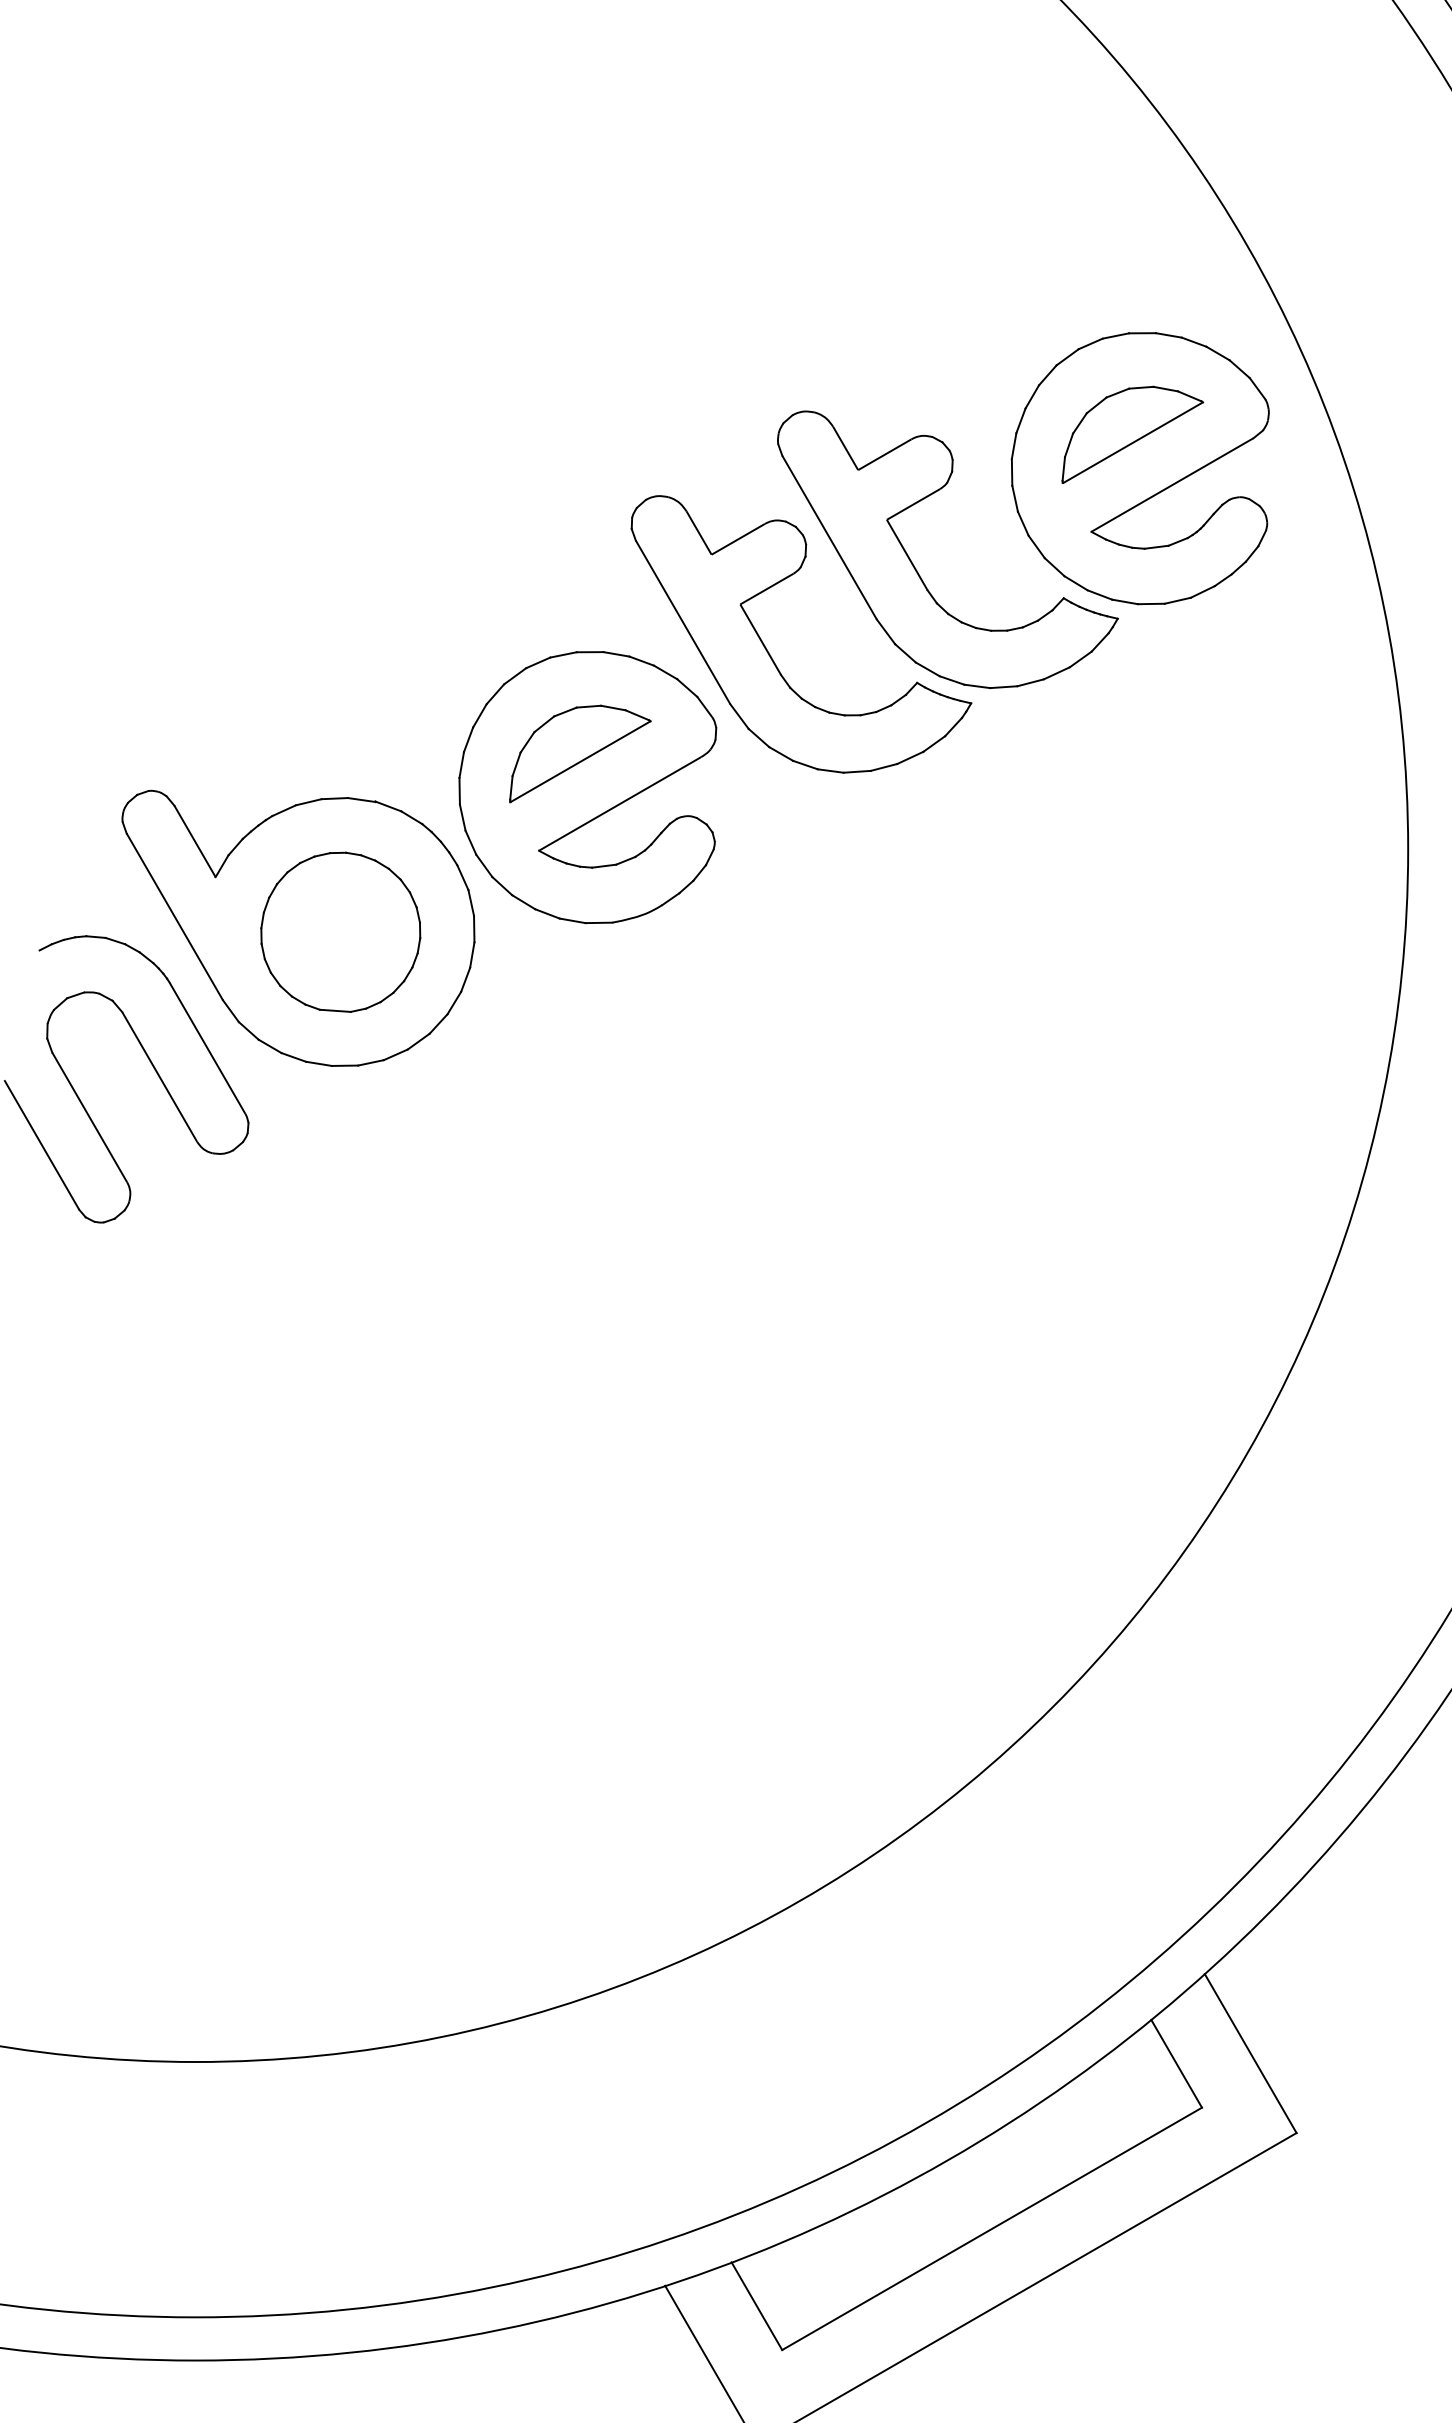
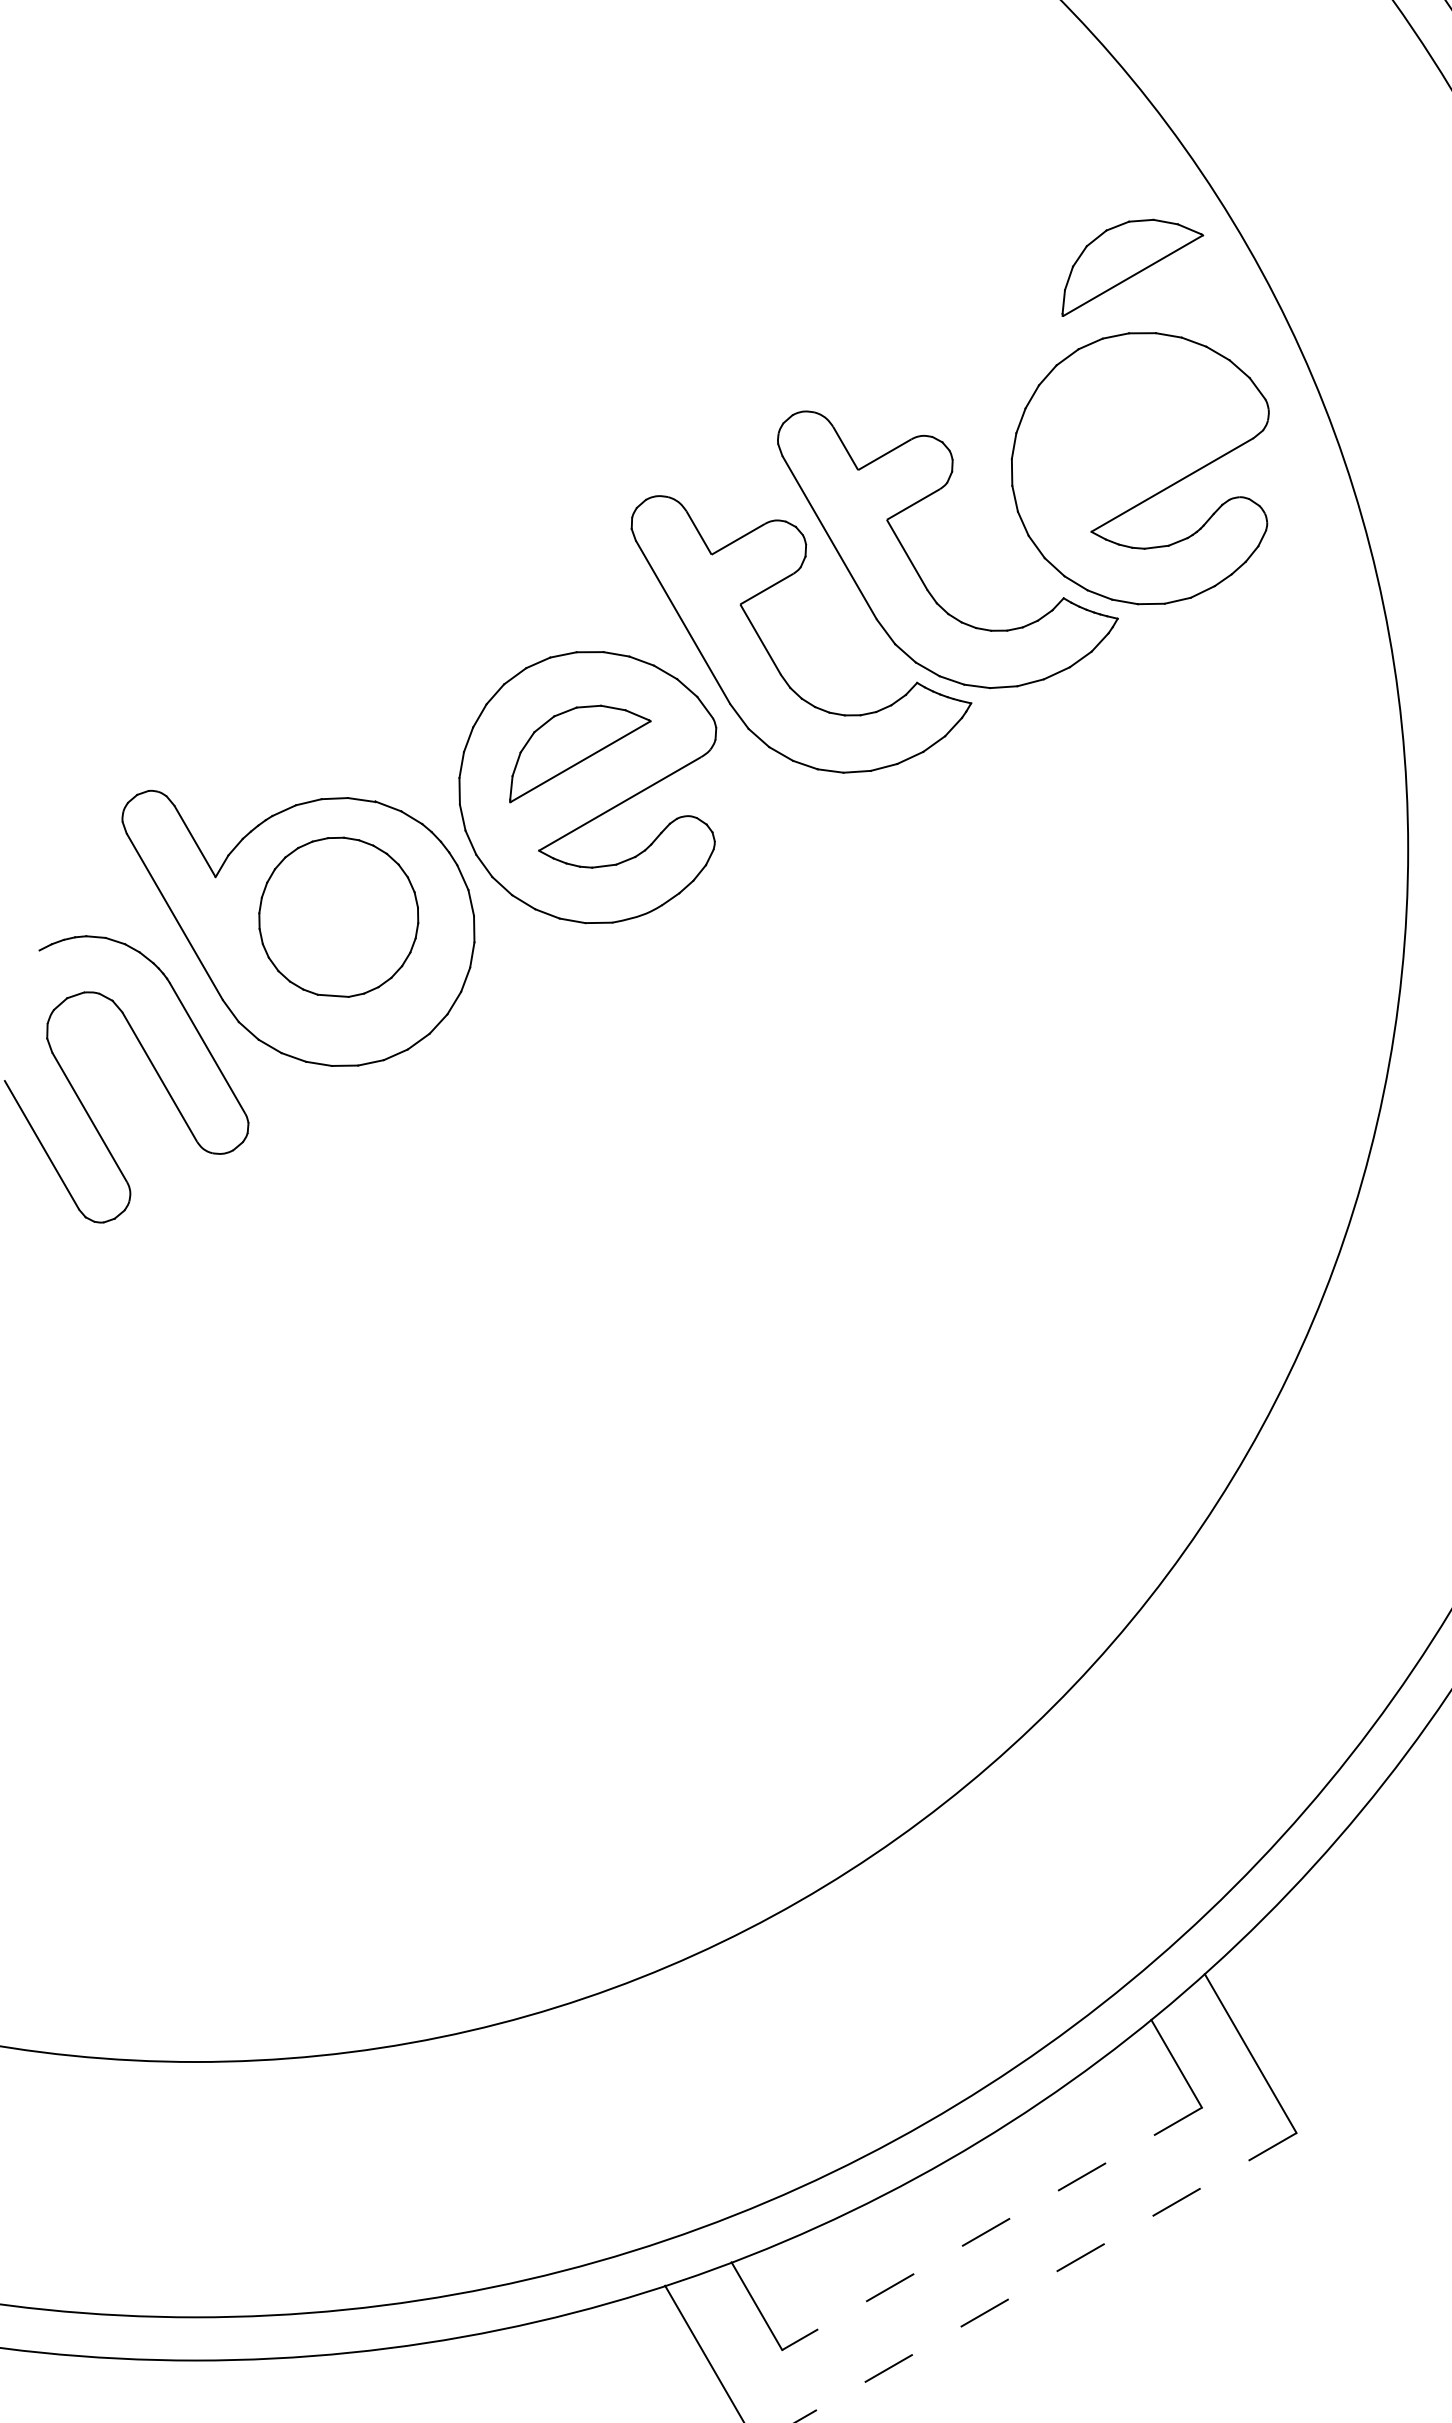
part at (1132, 434) position: (1132, 434) -> (1132, 267)
part at (340, 931) position: (340, 931) -> (338, 916)
line at (991, 2229): solid -> dashed
line at (1045, 2277): solid -> dashed
